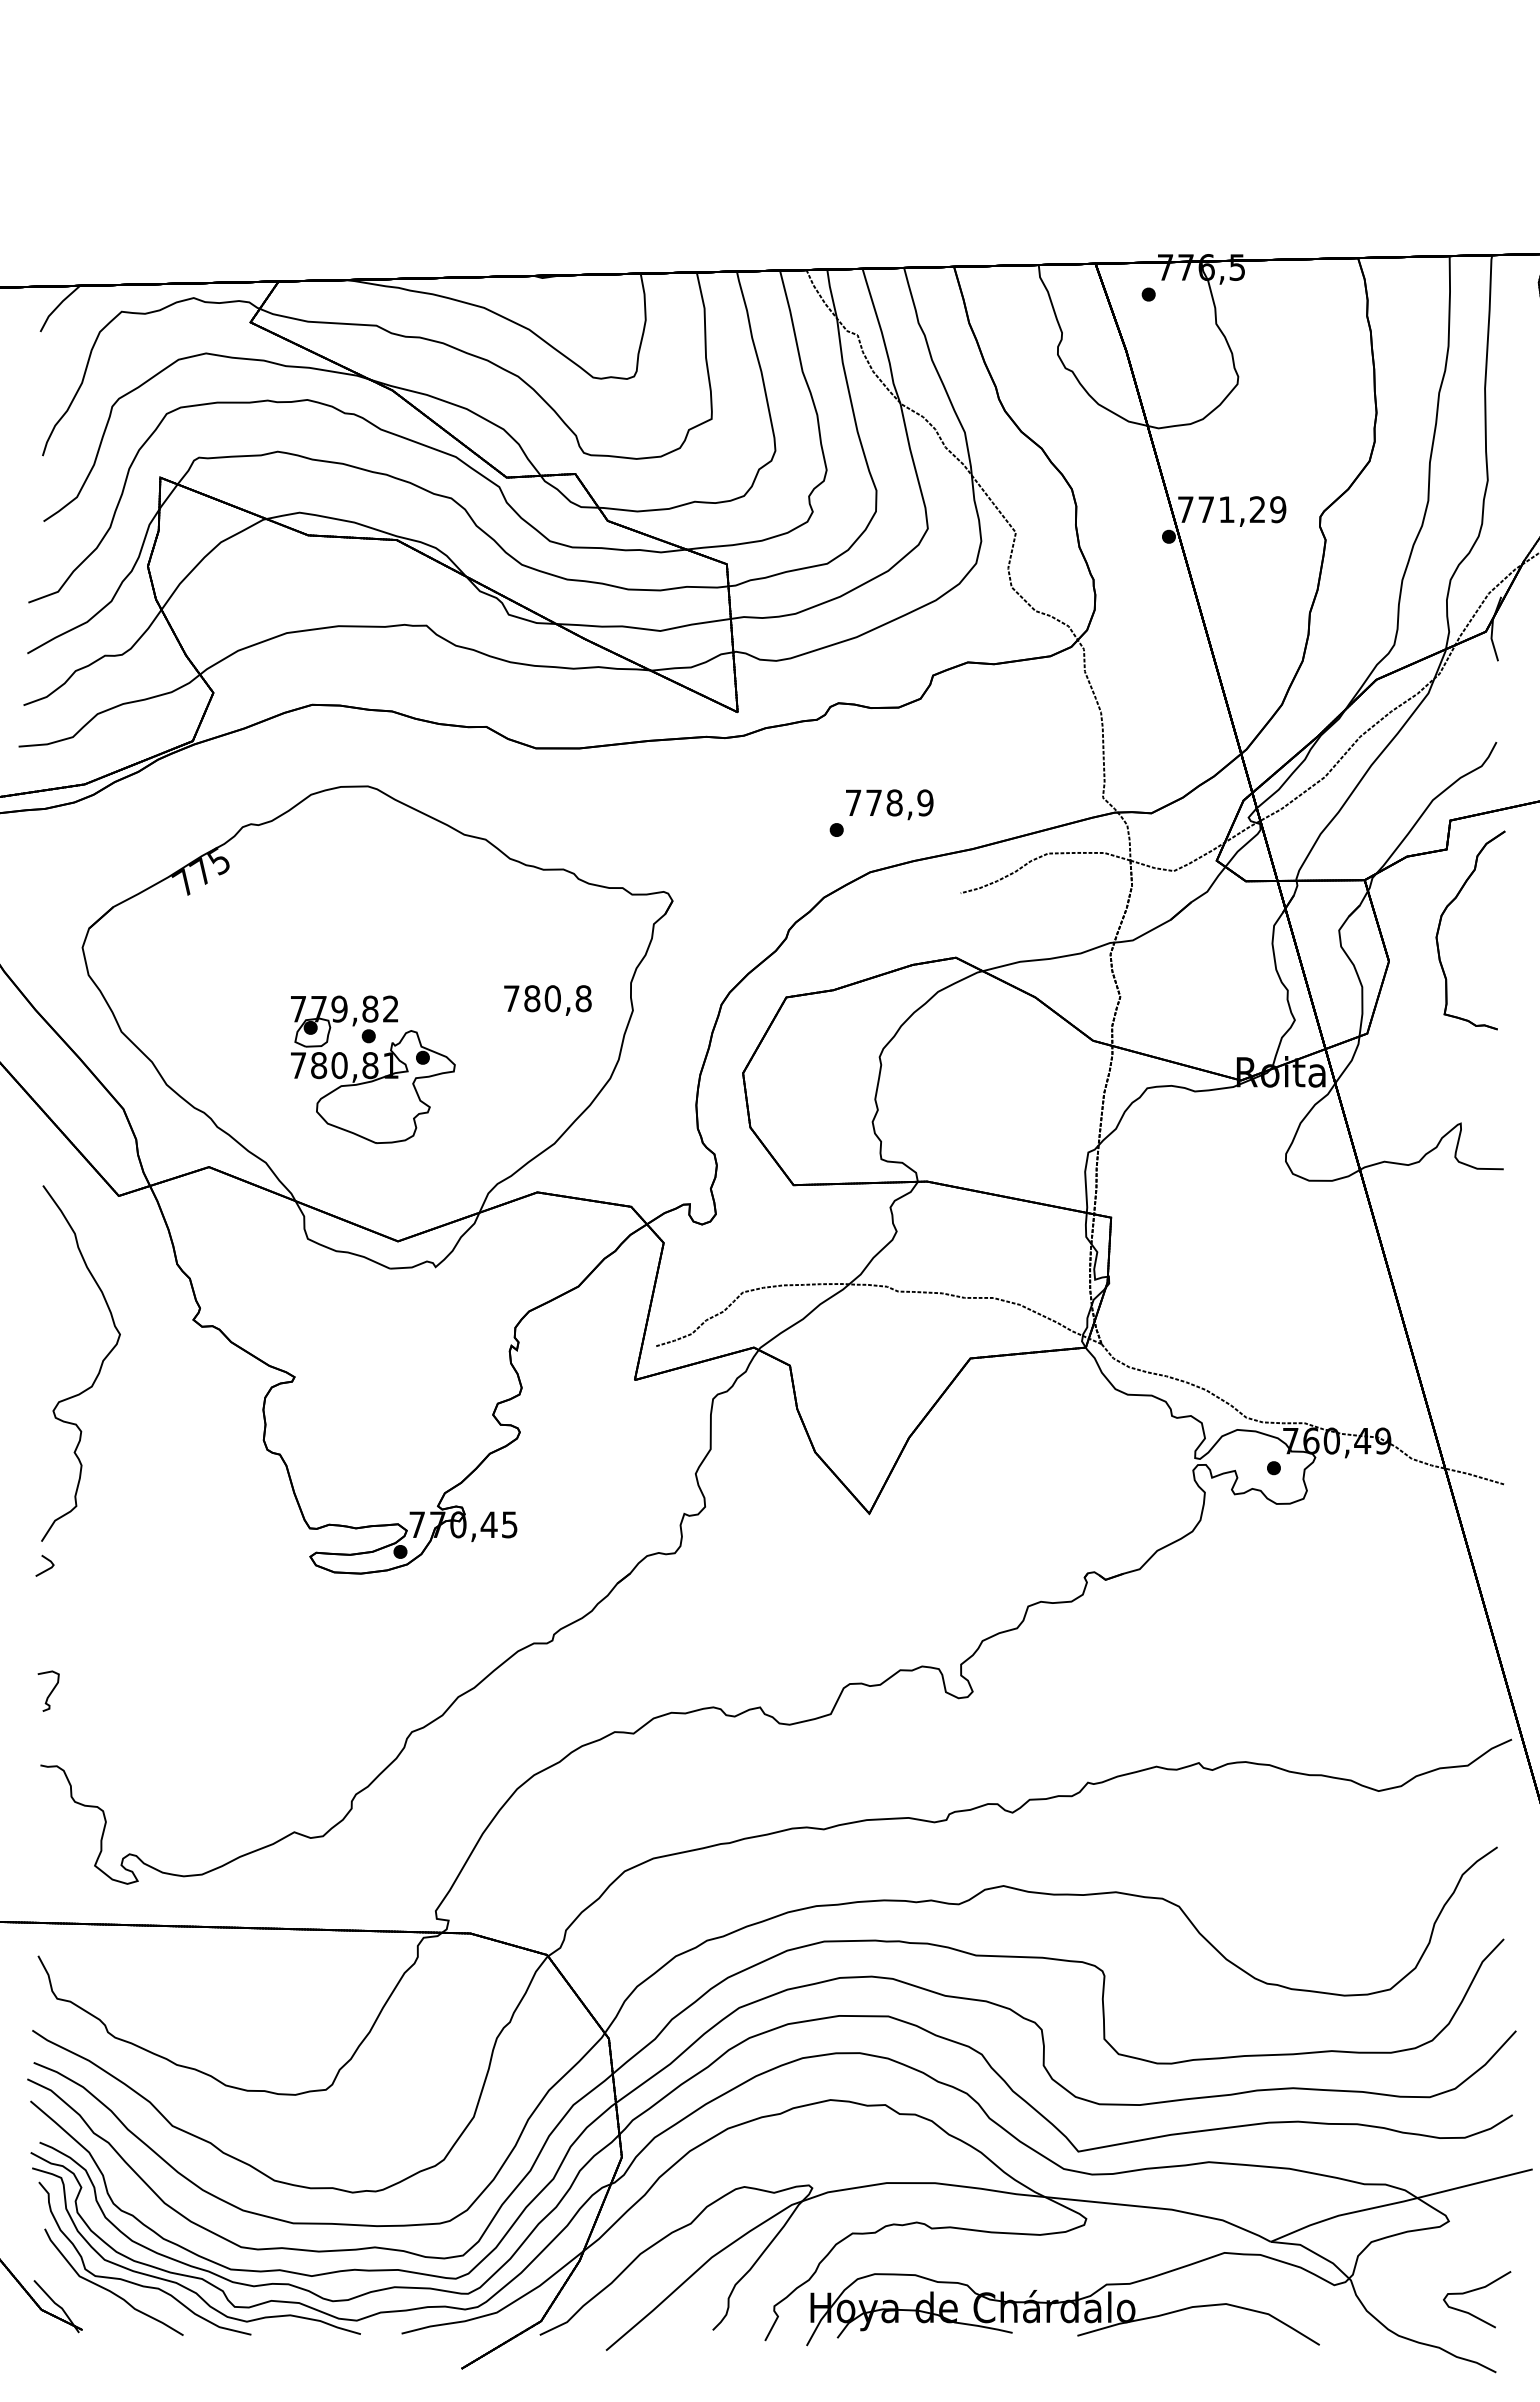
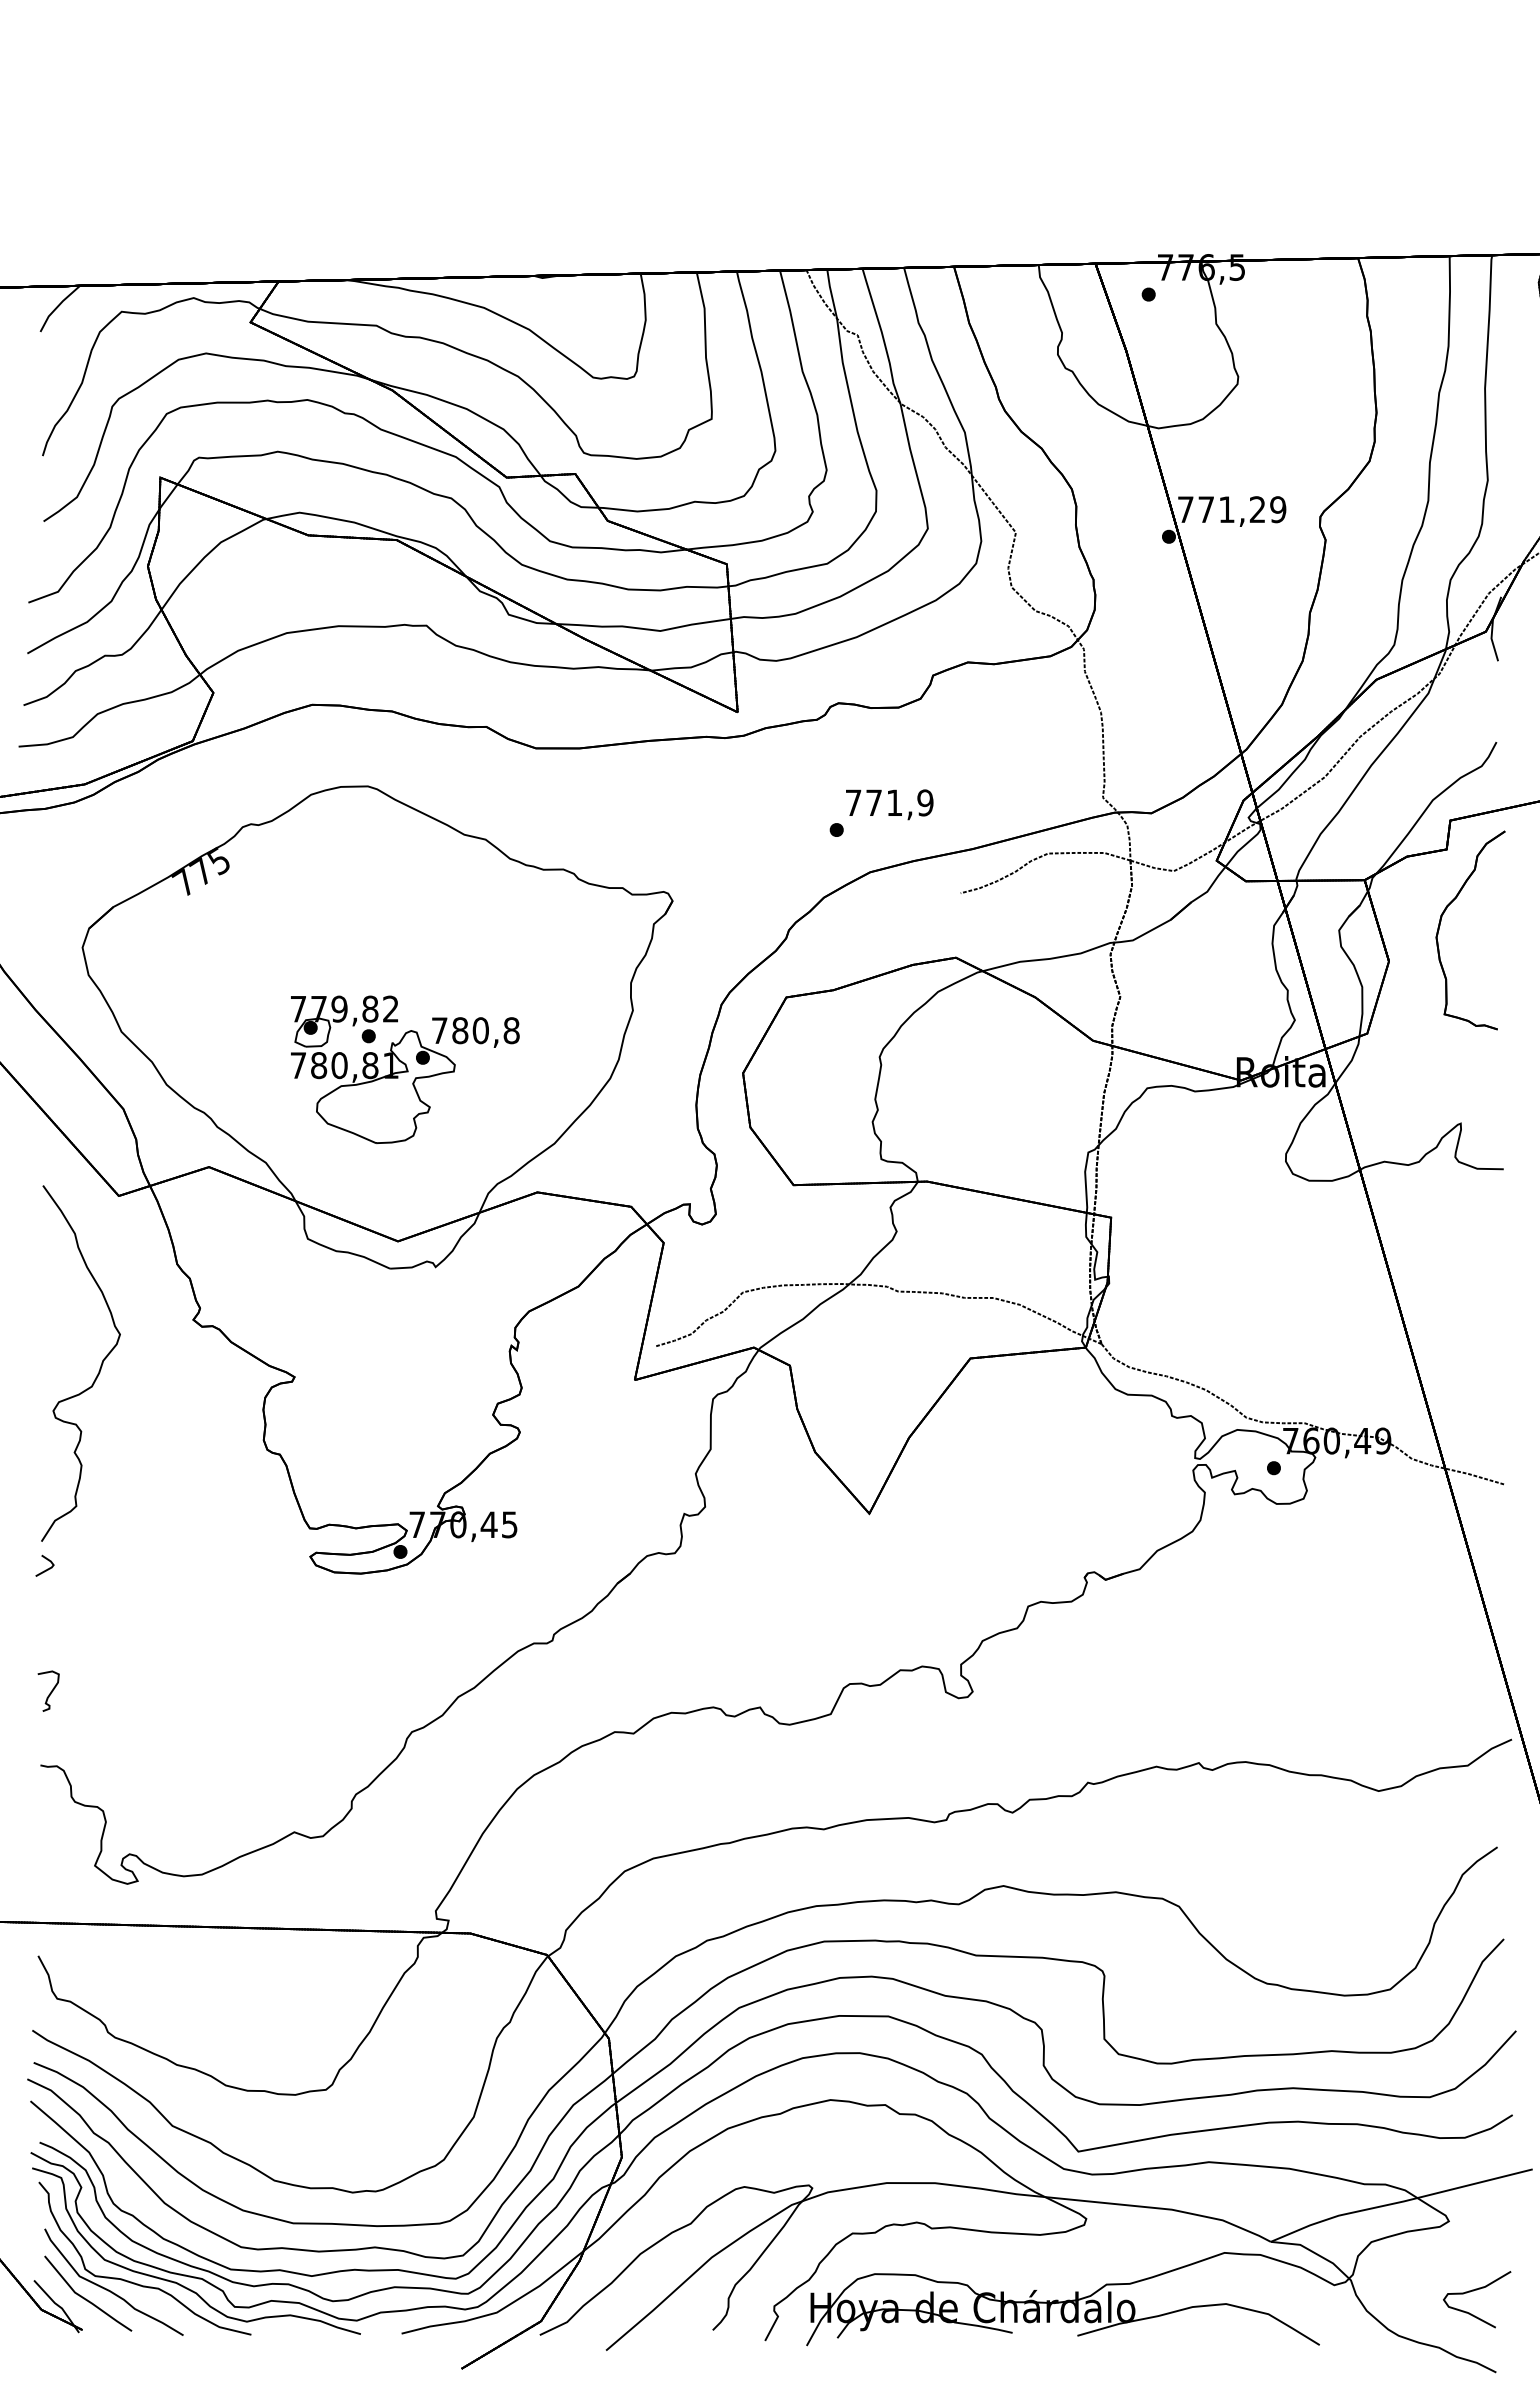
text at (894, 802): 778,9 -> 771,9
text at (547, 1000) position: (547, 1000) -> (475, 1032)
part at (88, 2293): none -> present
